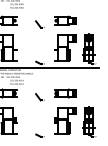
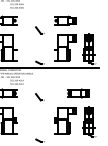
part at (39, 24) position: (39, 24) -> (39, 30)
part at (65, 93) position: (65, 93) -> (78, 93)
part at (39, 135) position: (39, 135) -> (39, 140)
